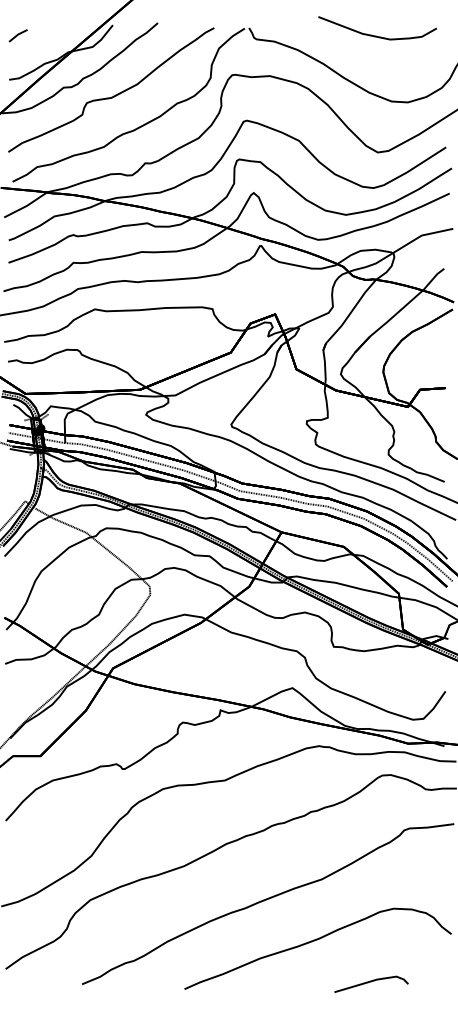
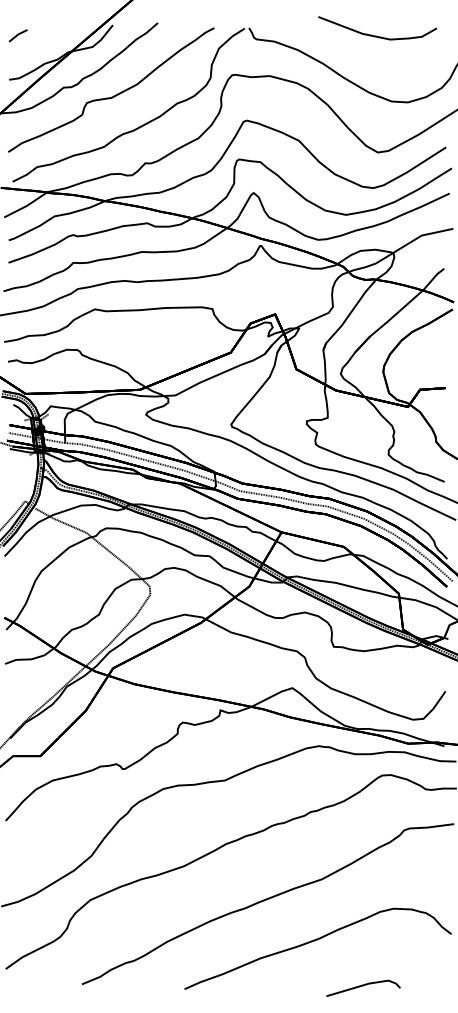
part at (371, 983) position: (371, 983) -> (363, 987)
